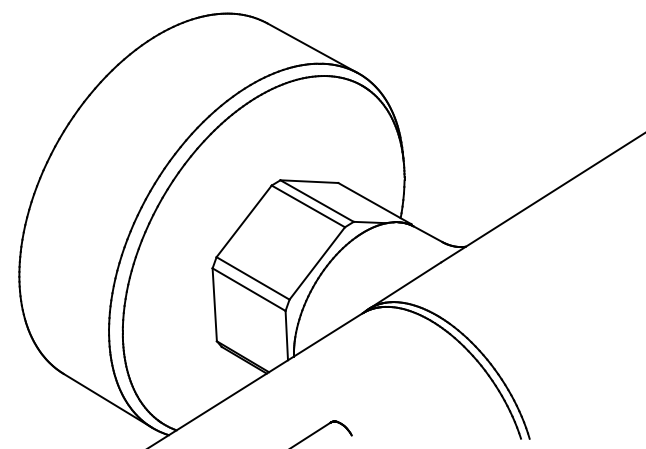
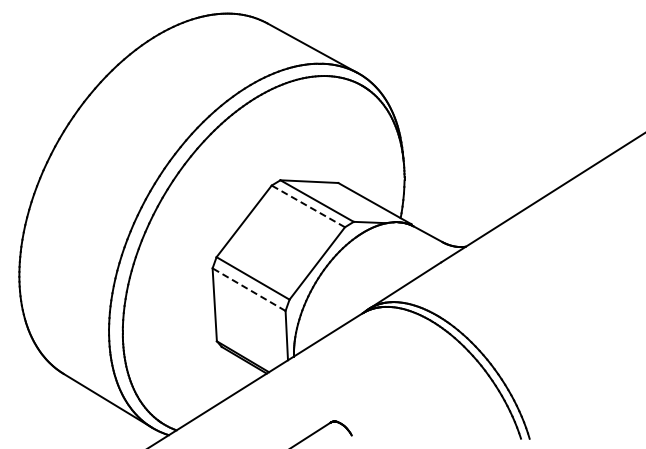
line at (307, 206): solid -> dashed
line at (248, 289): solid -> dashed
